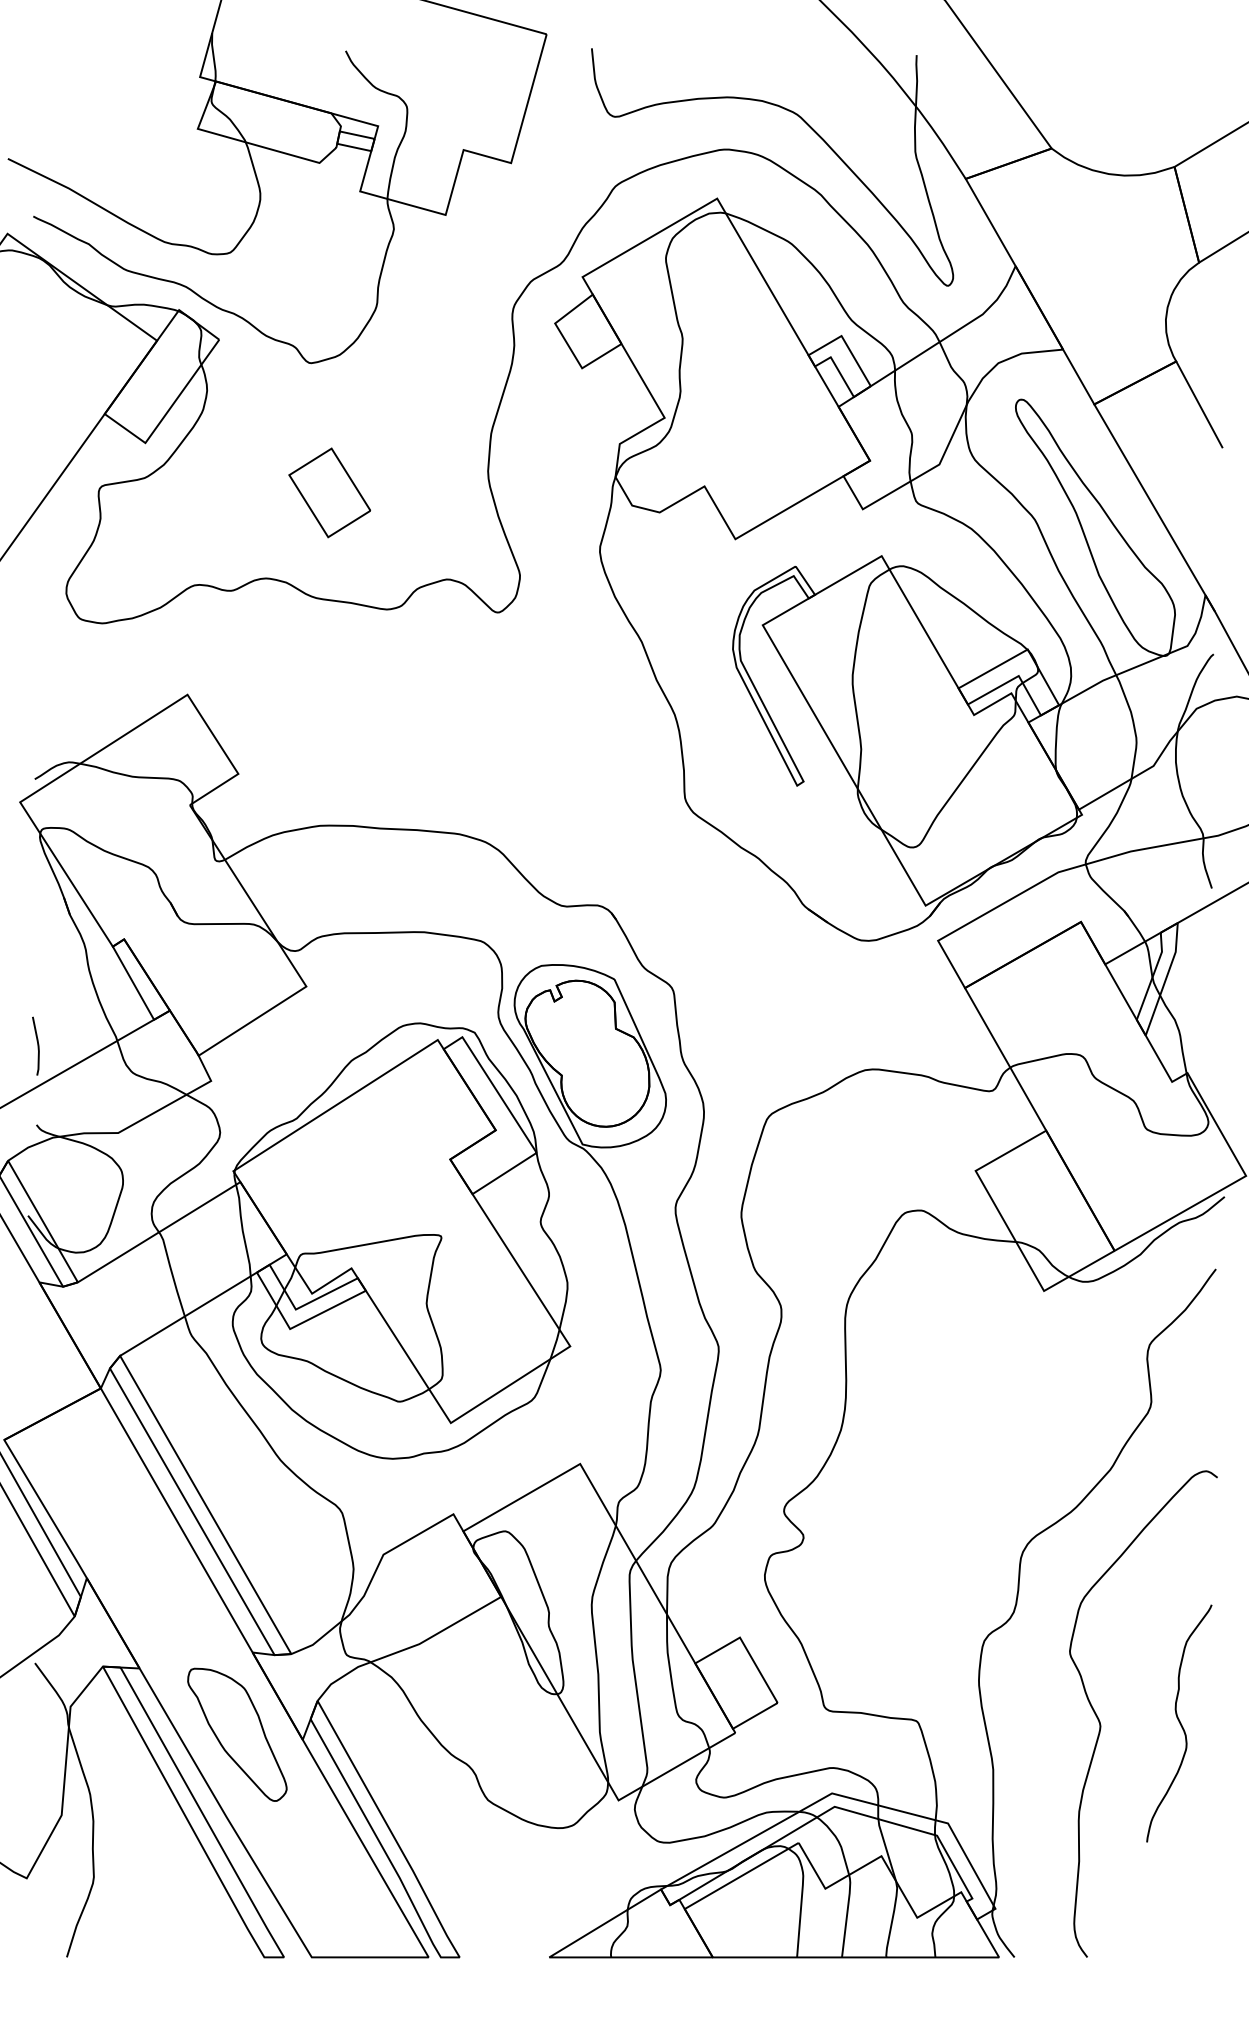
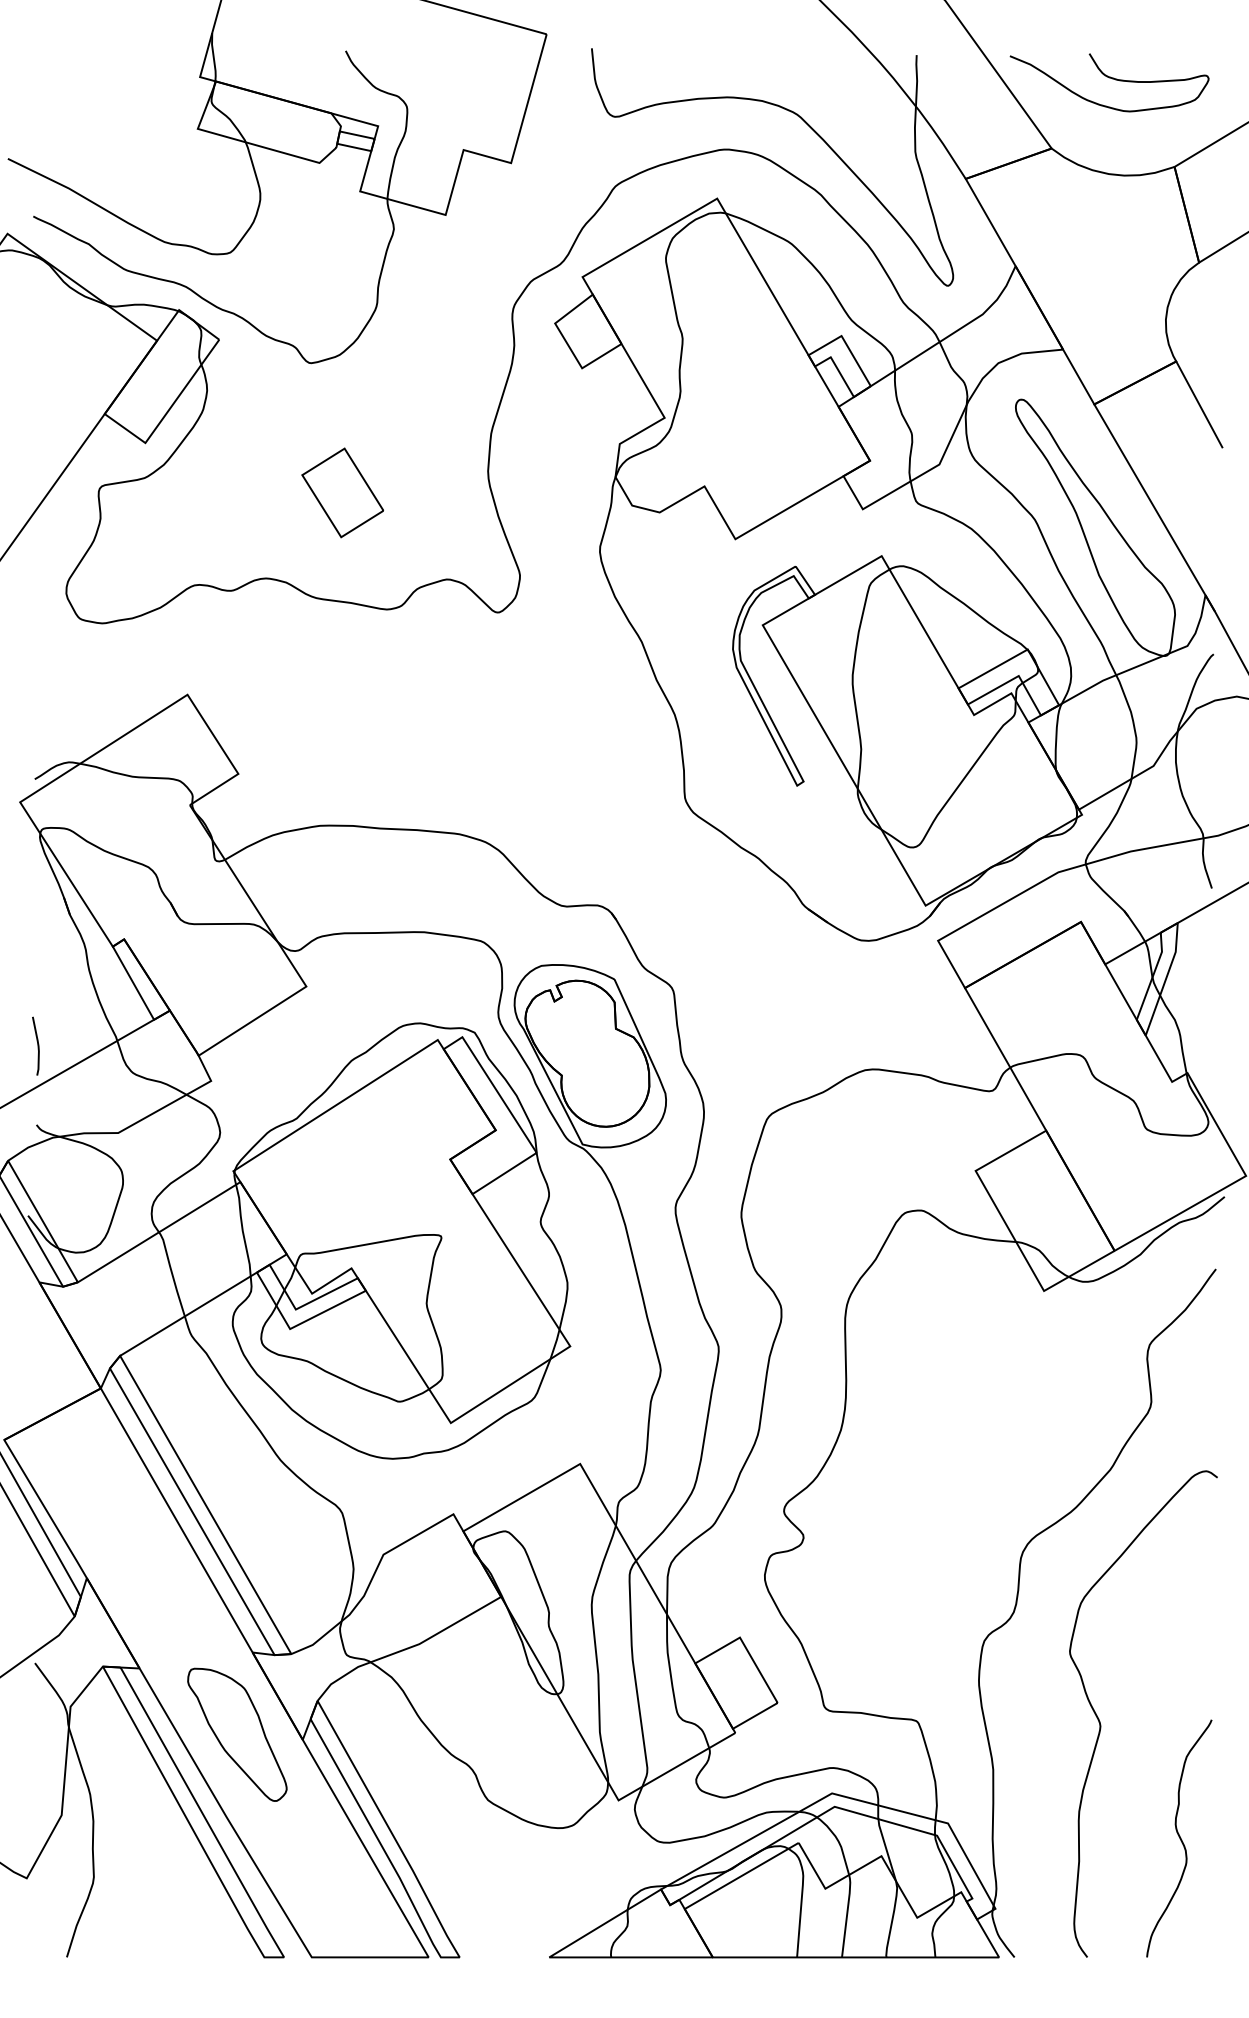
curve at (1109, 78): none -> present
part at (329, 492) position: (329, 492) -> (342, 492)
curve at (1179, 1723) position: (1179, 1723) -> (1179, 1838)
